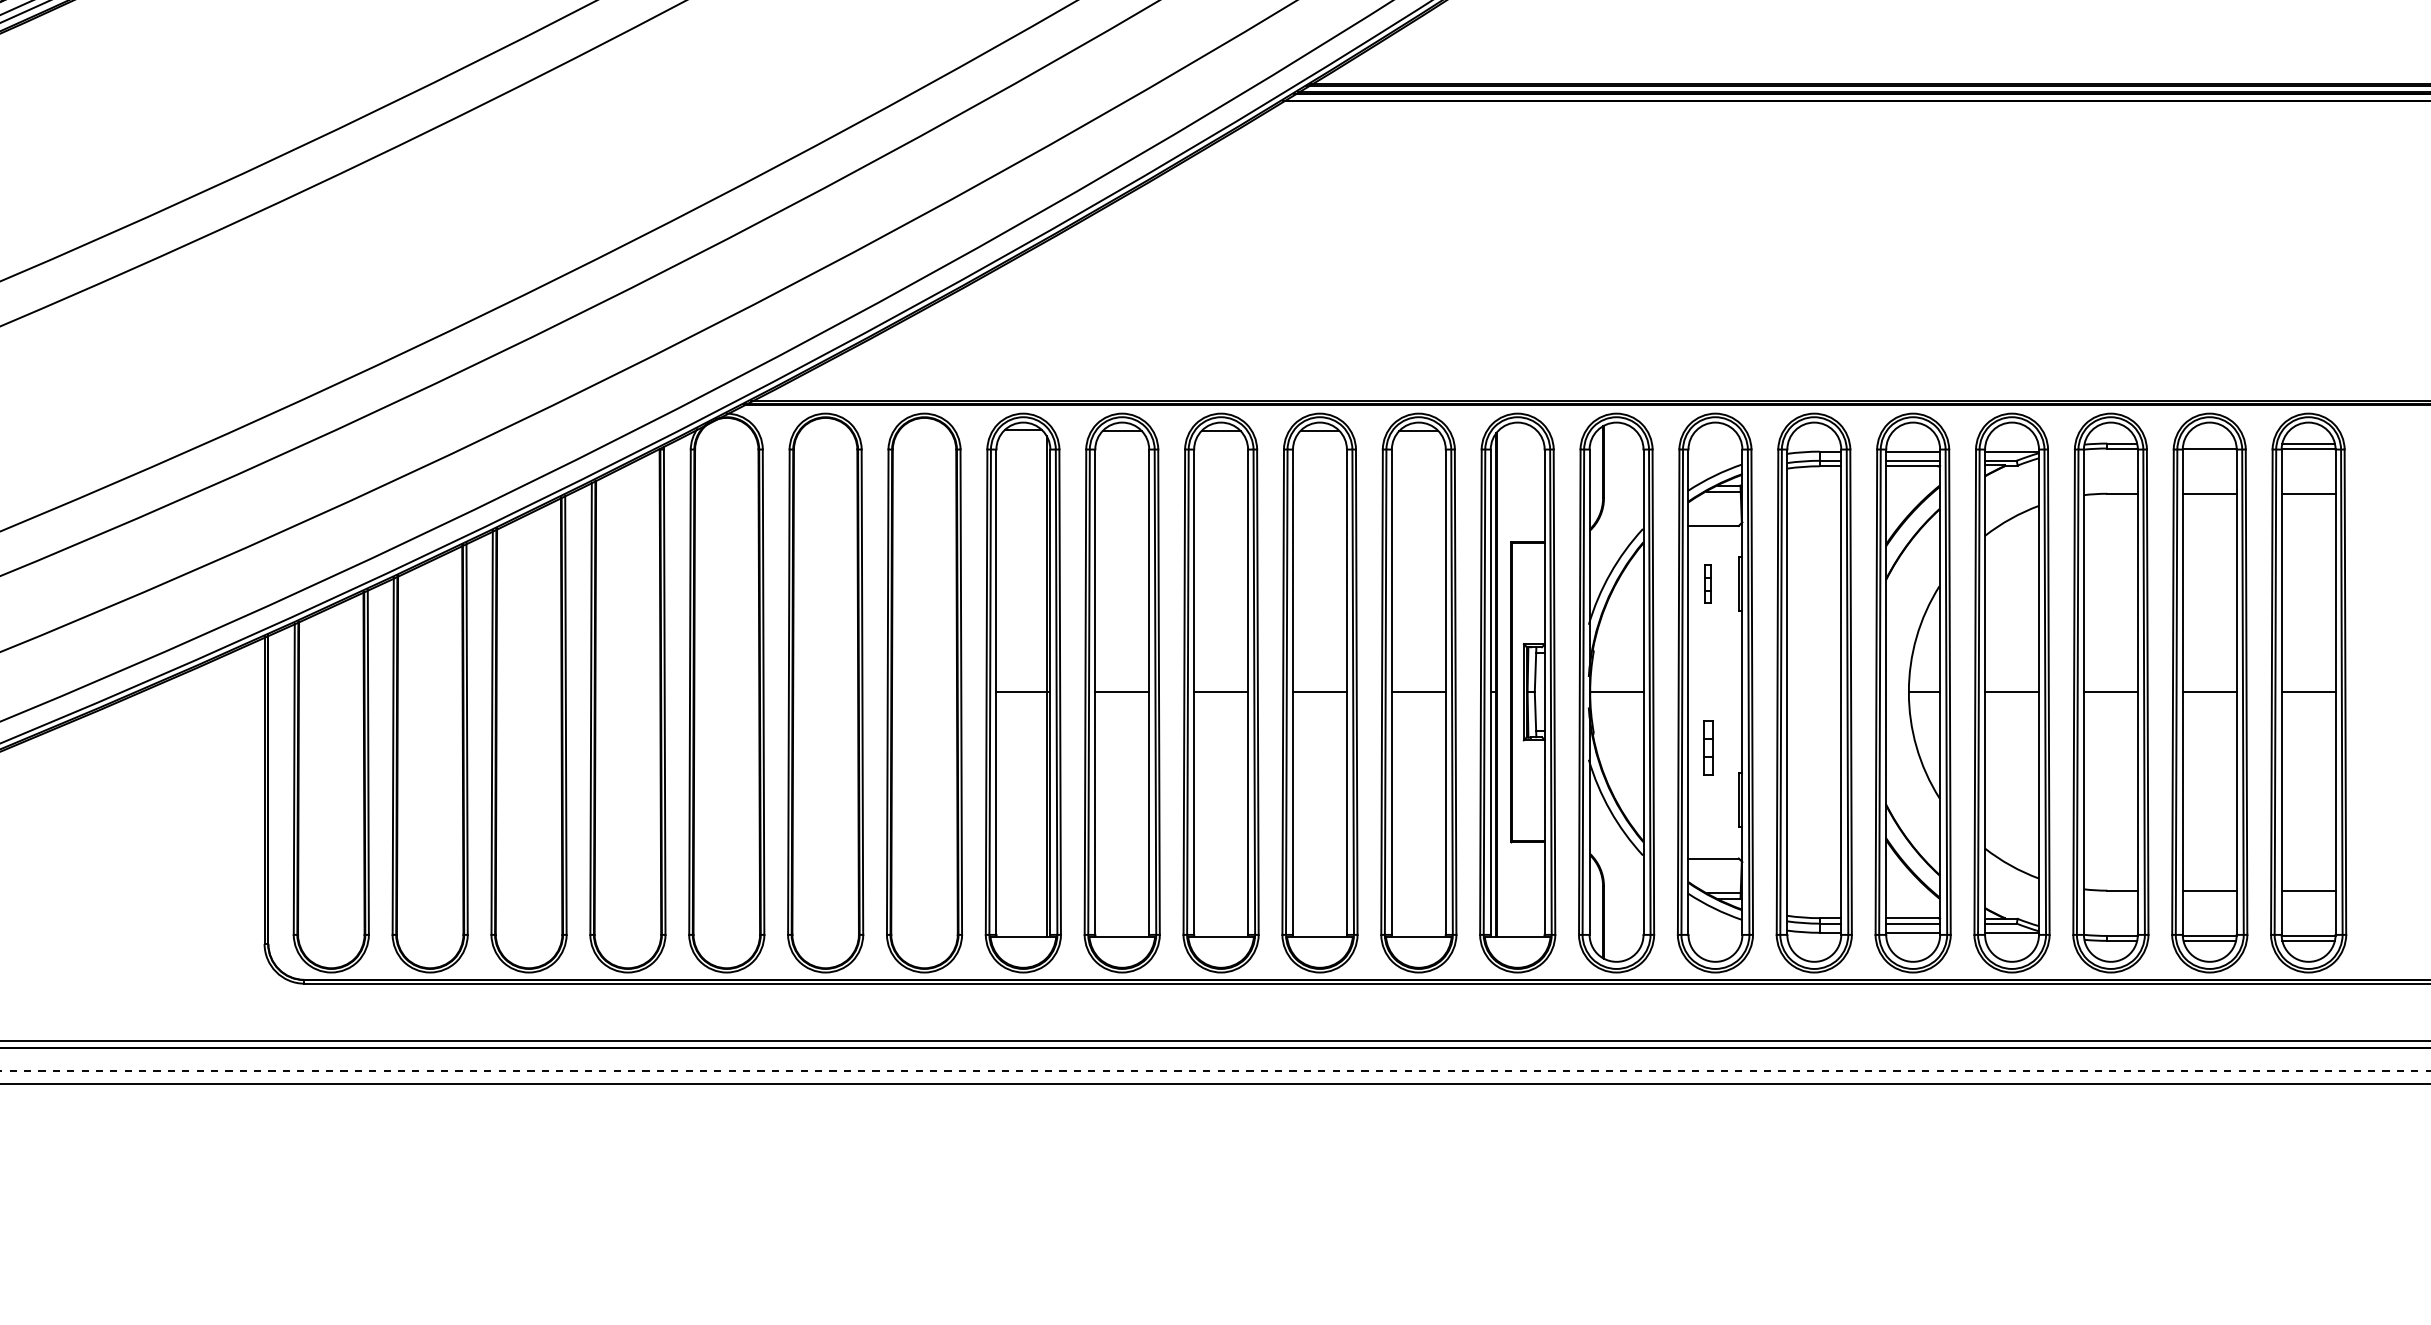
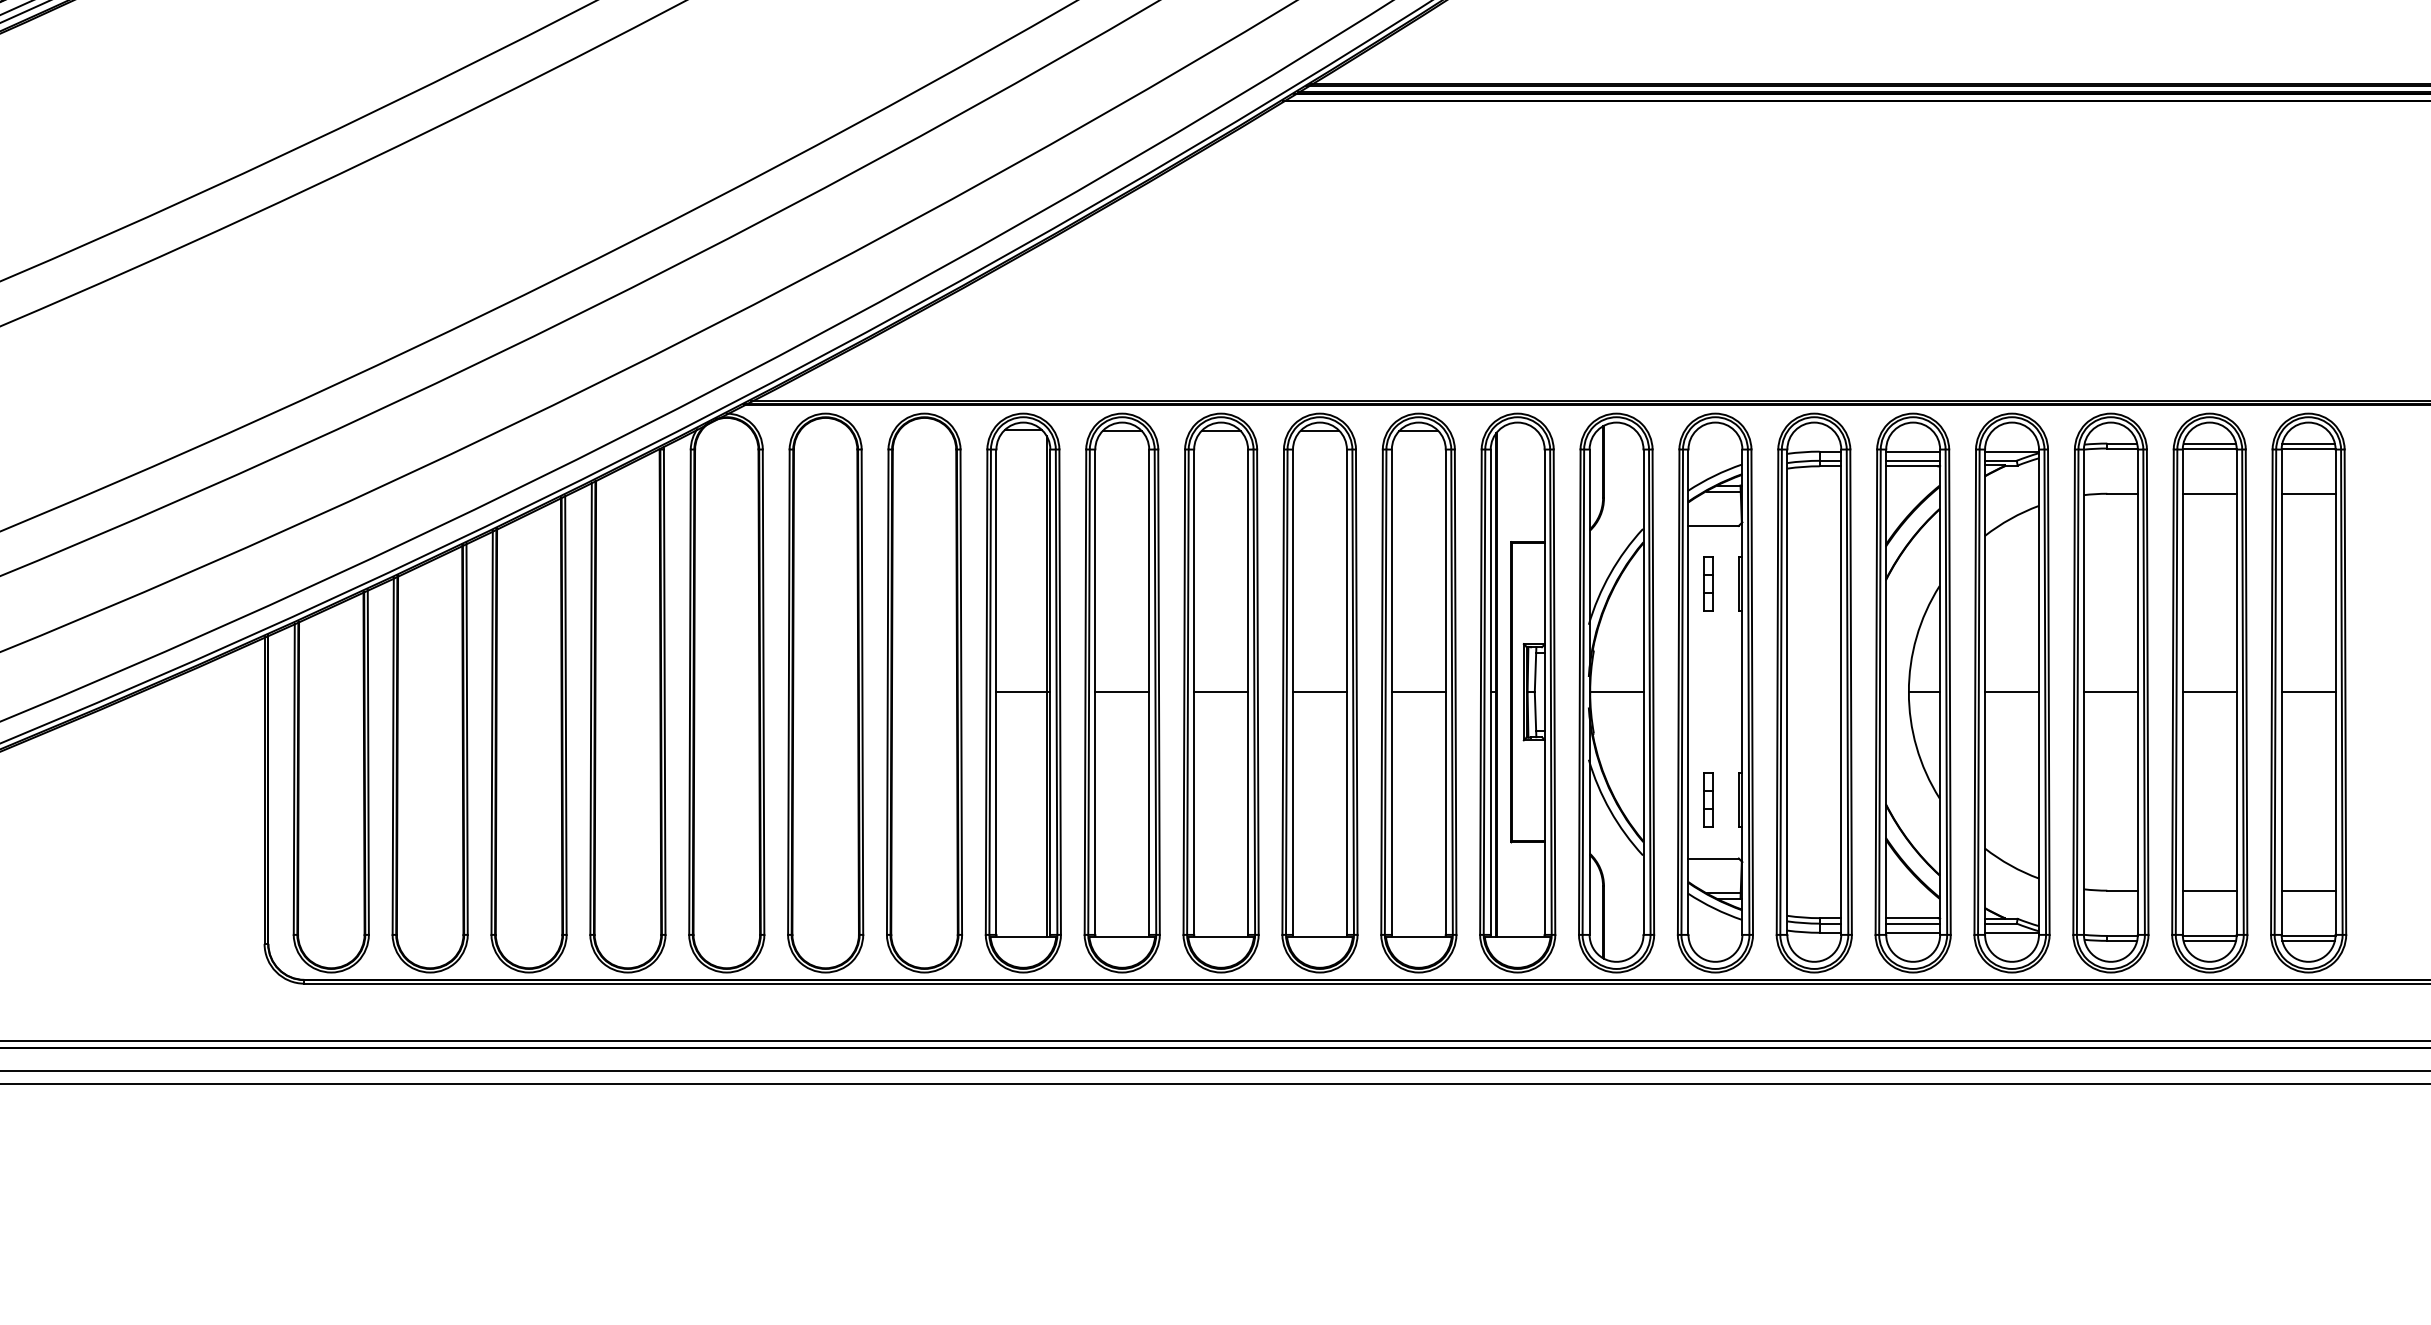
line at (2209, 443): none -> present
part at (1707, 583) size: 8x40 px -> 11x56 px
part at (1708, 747) position: (1708, 747) -> (1708, 799)
line at (1214, 1071): dashed -> solid
